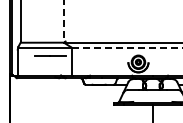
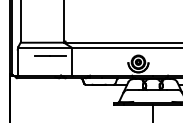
line at (63, 21): dashed -> solid
line at (128, 48): dashed -> solid
